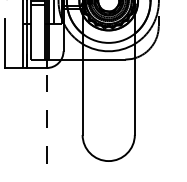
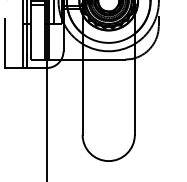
line at (46, 124): dashed -> solid
